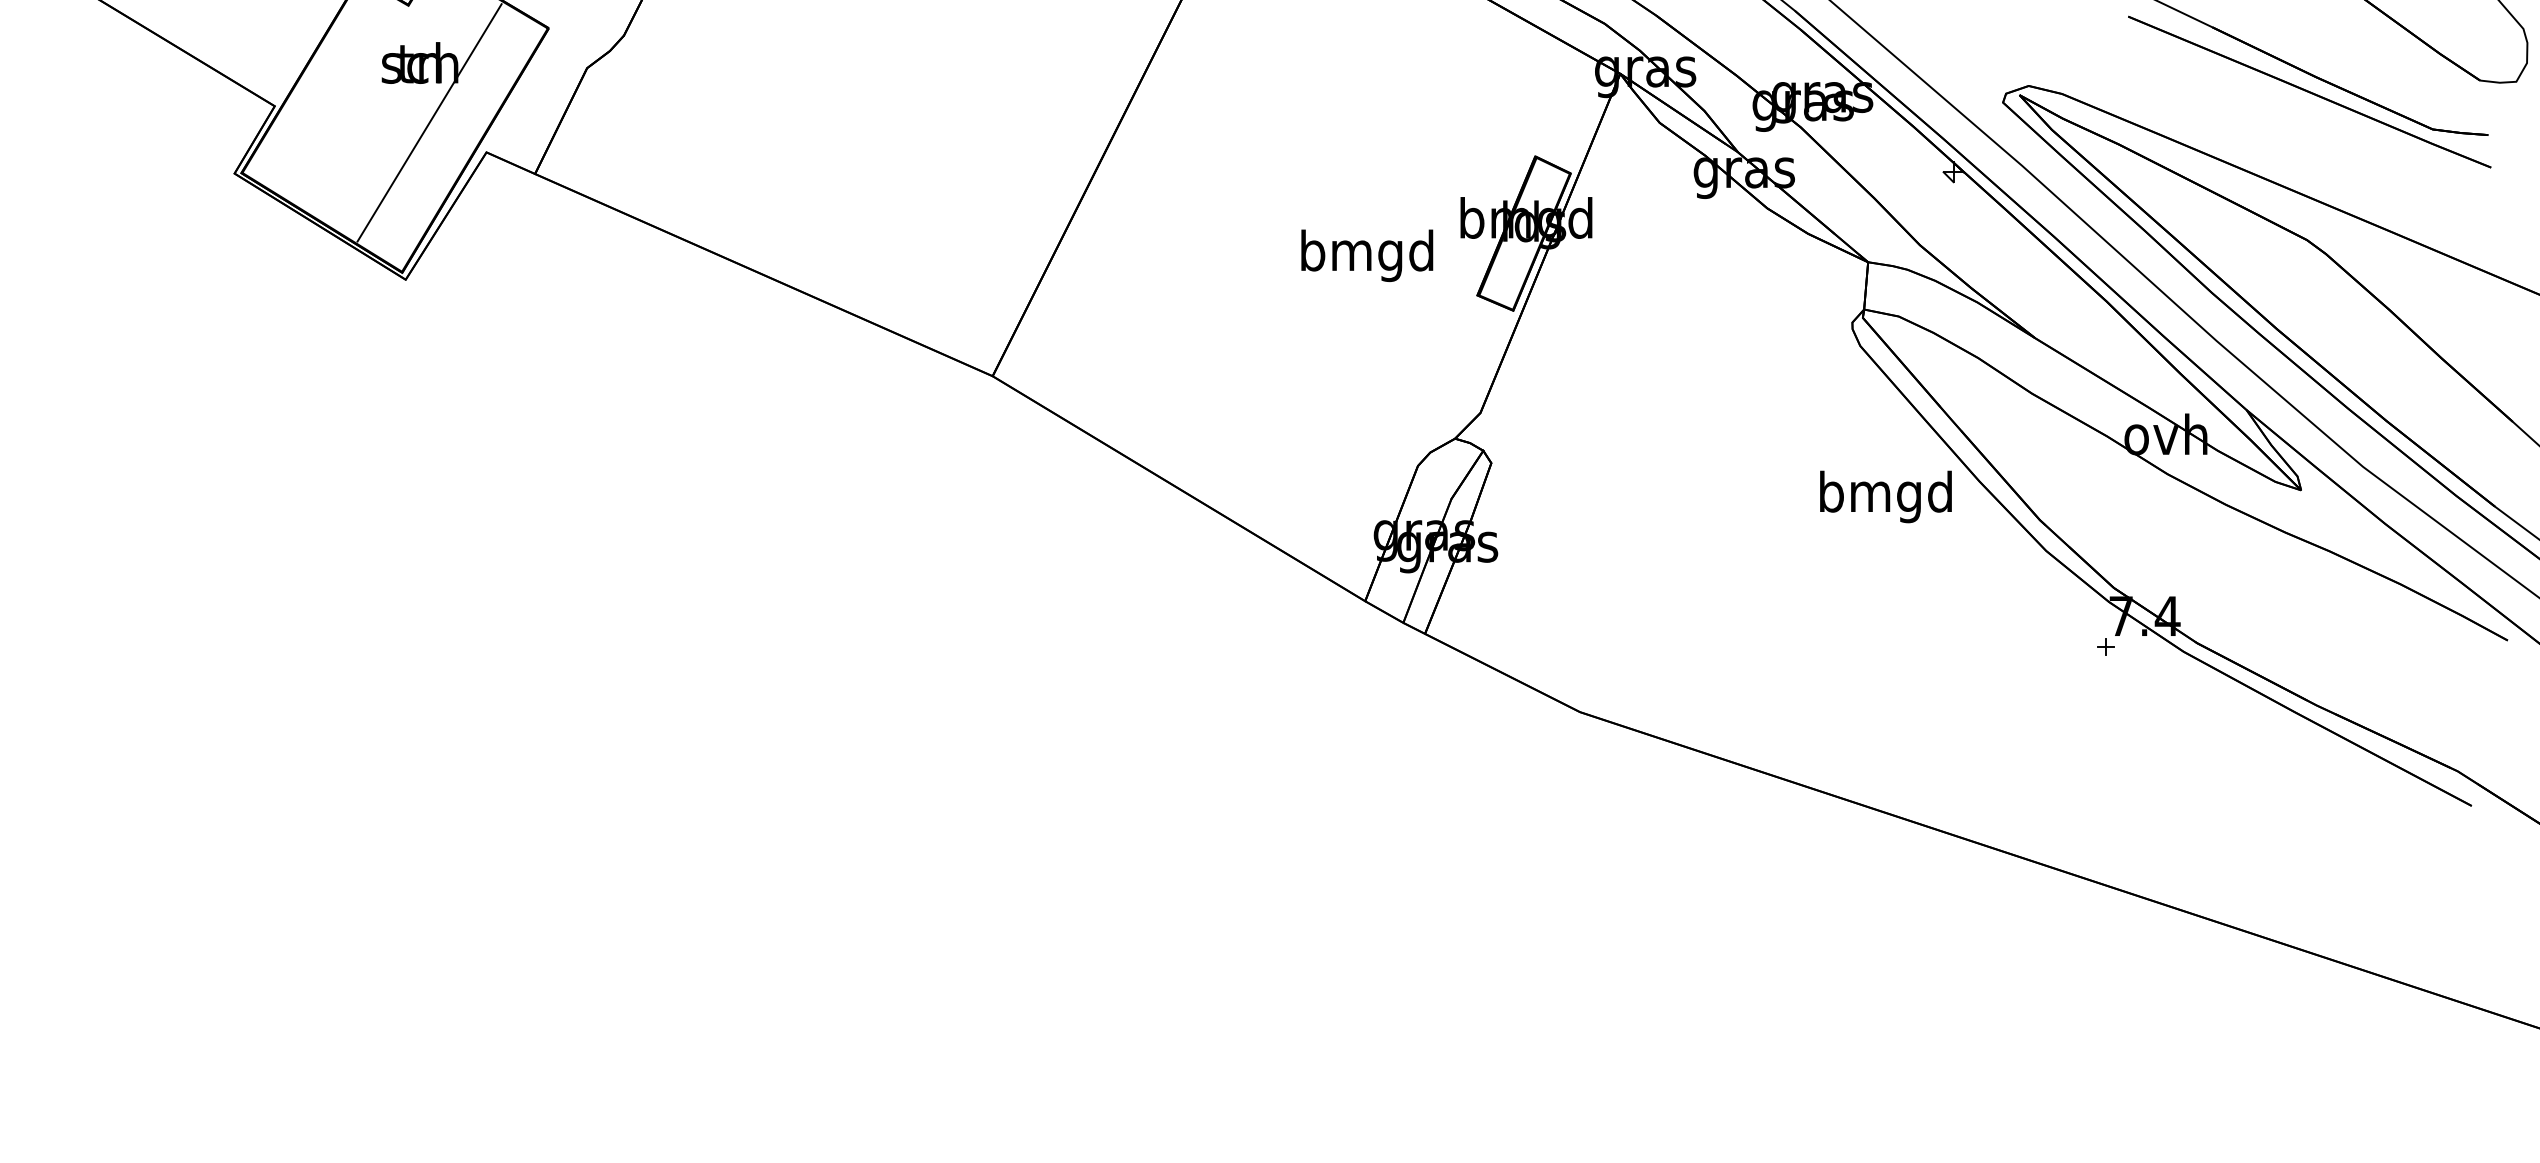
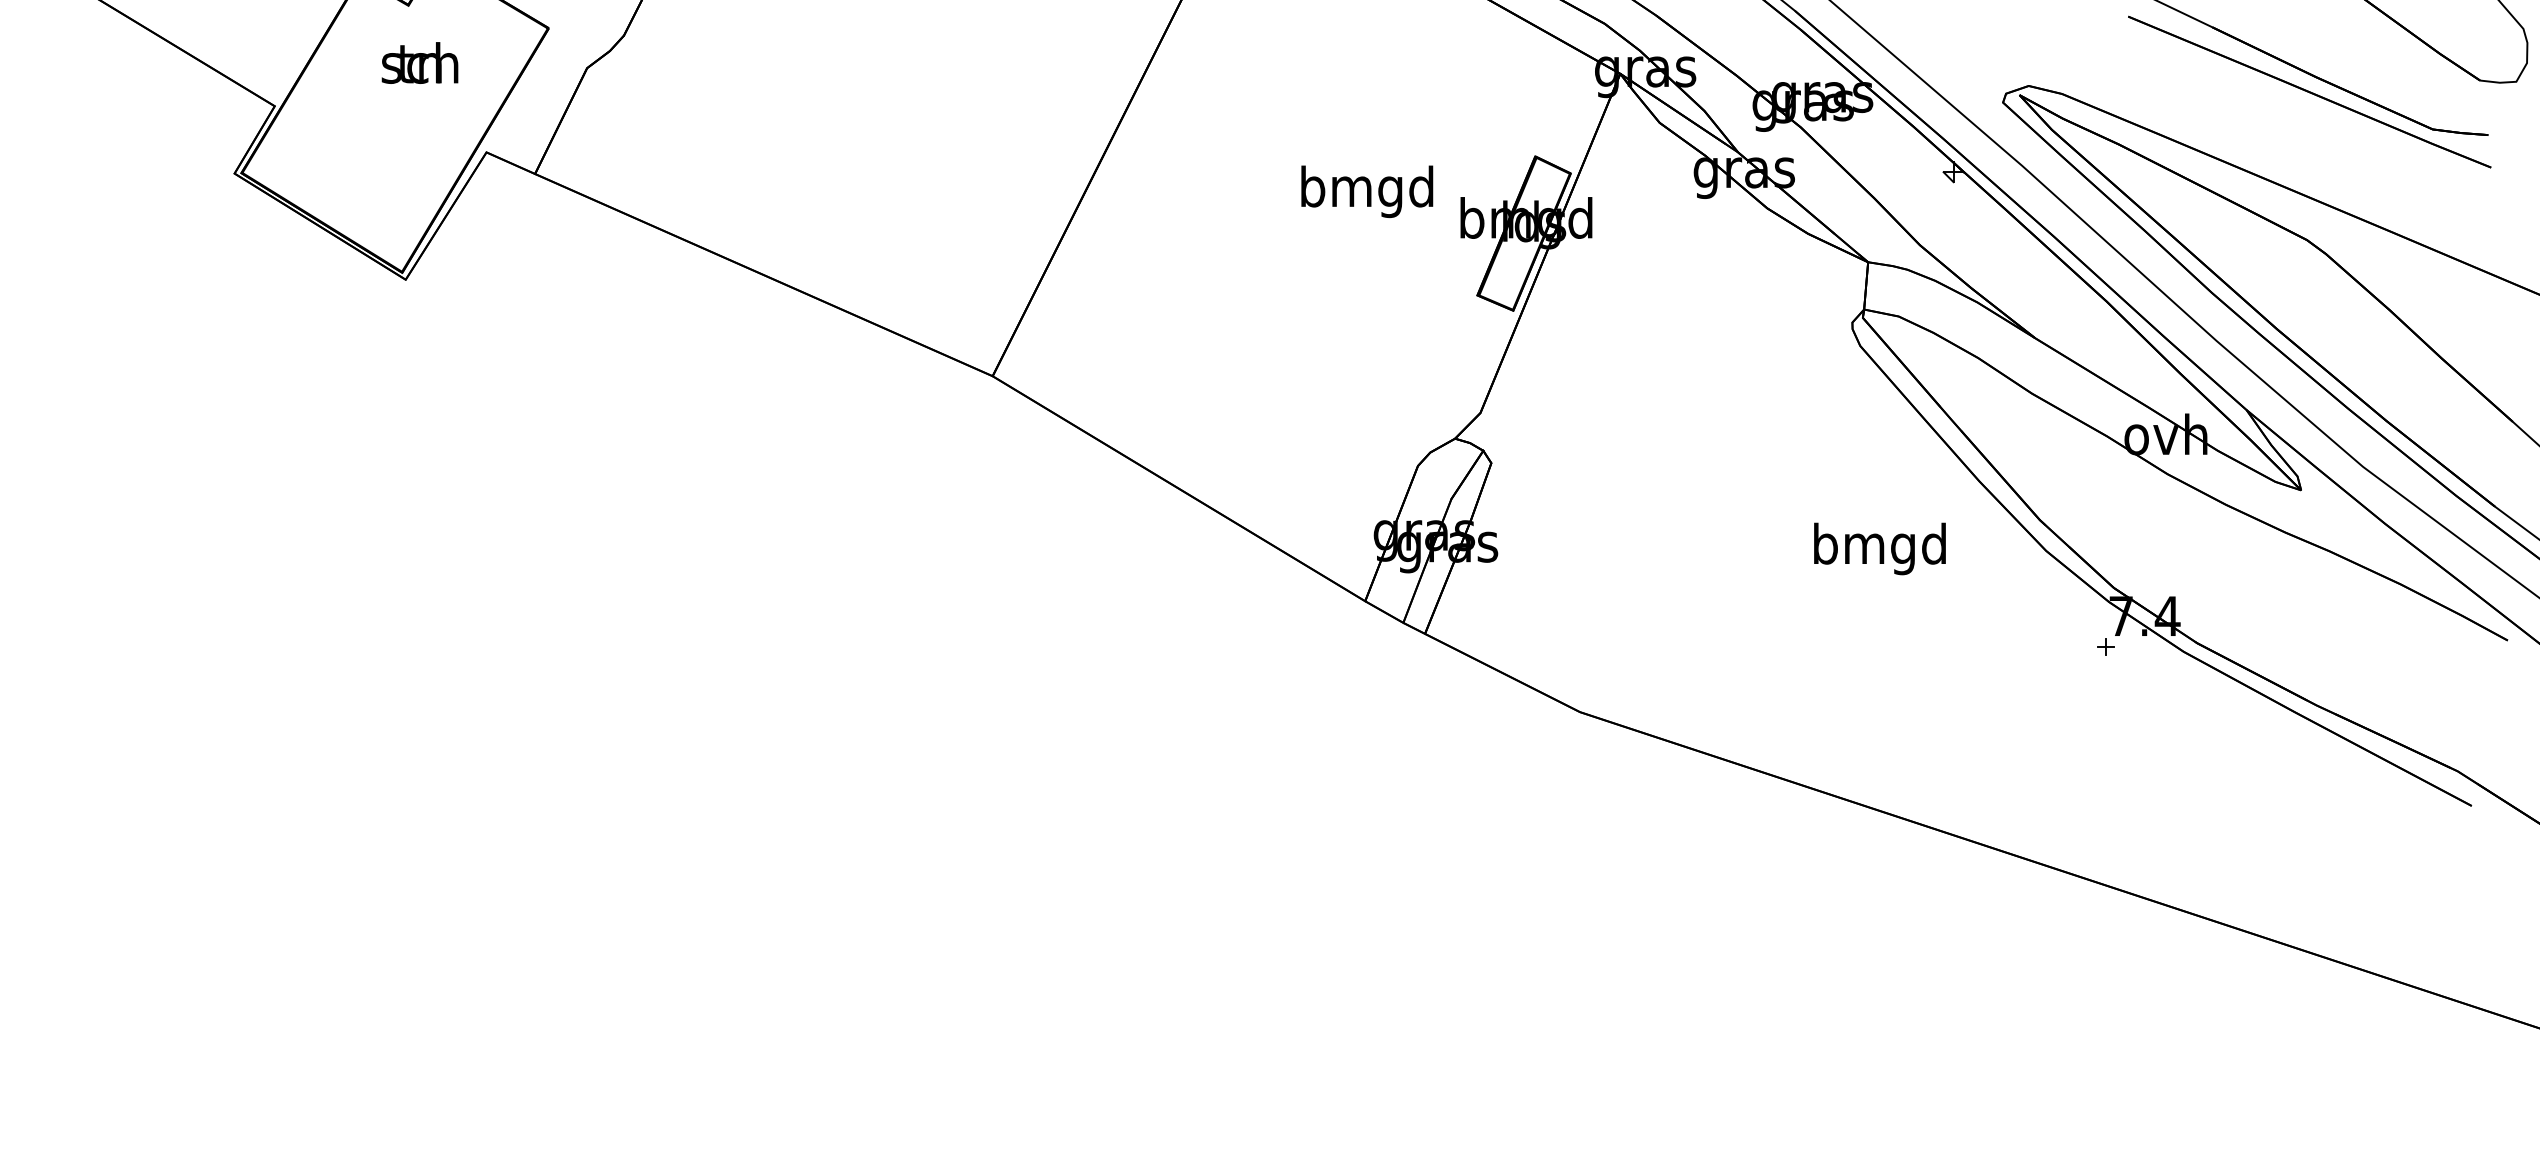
line at (429, 122): present -> none
text at (1367, 255) position: (1367, 255) -> (1367, 191)
text at (1885, 496) position: (1885, 496) -> (1879, 548)
